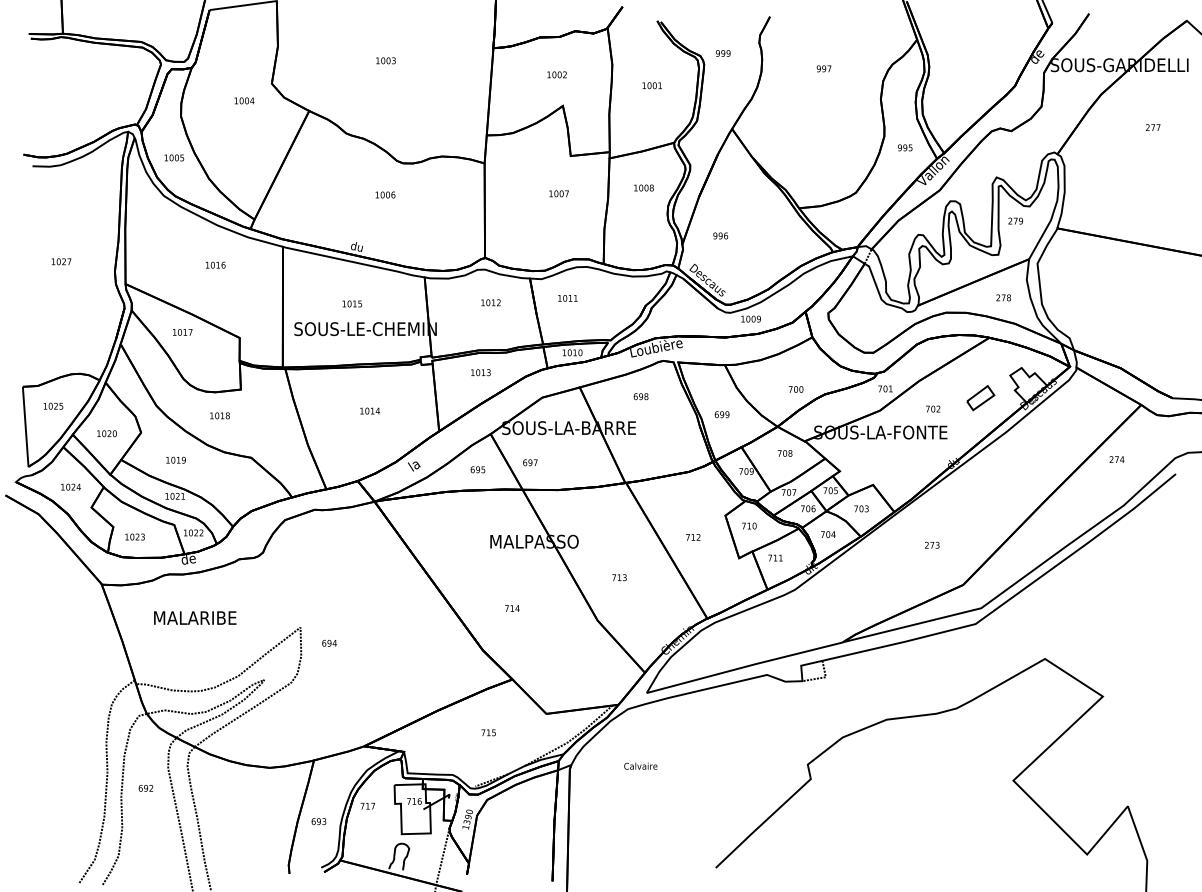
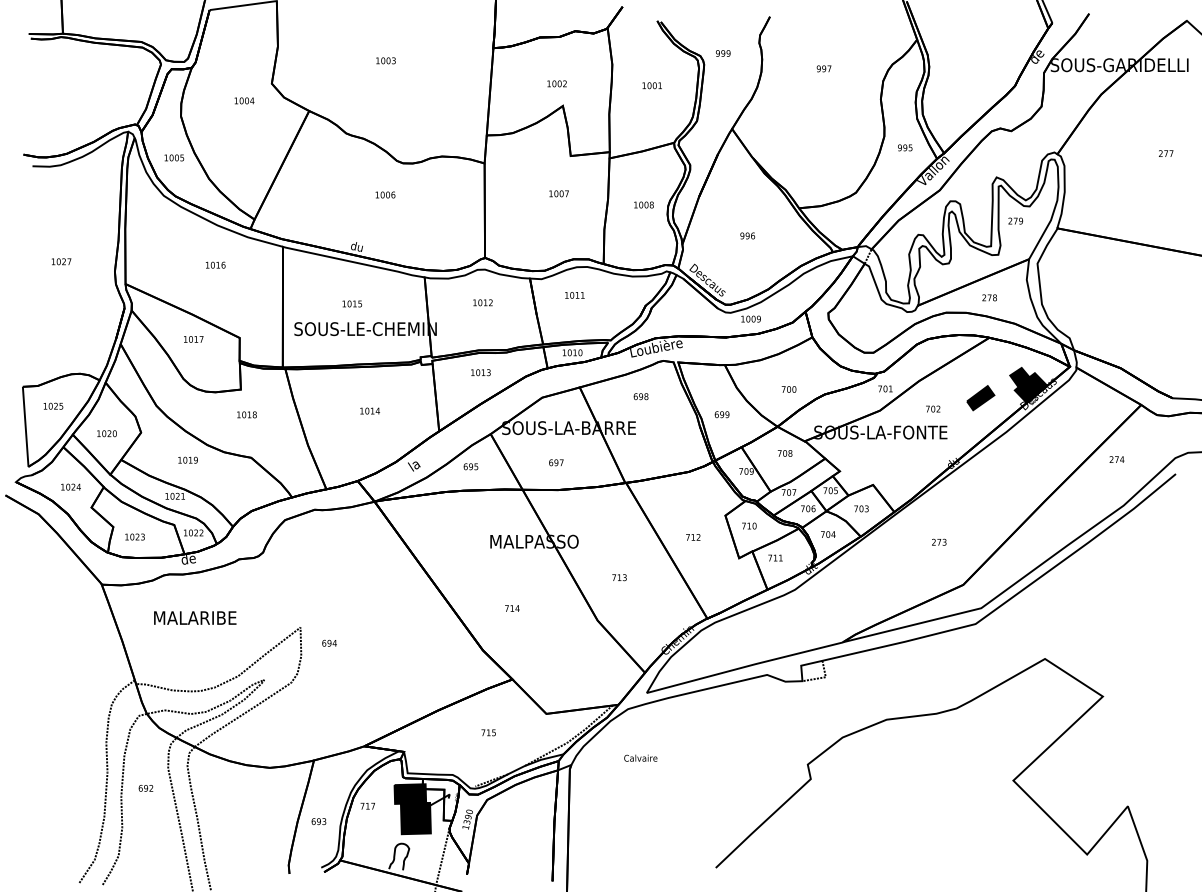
text at (556, 74) position: (556, 74) -> (556, 83)
text at (1153, 127) position: (1153, 127) -> (1166, 153)
text at (643, 187) position: (643, 187) -> (643, 204)
text at (720, 235) position: (720, 235) -> (747, 235)
text at (1003, 297) position: (1003, 297) -> (989, 297)
text at (567, 298) position: (567, 298) -> (574, 295)
text at (490, 302) position: (490, 302) -> (482, 302)
text at (182, 332) position: (182, 332) -> (193, 339)
fill at (1028, 384): none -> present
text at (795, 389) position: (795, 389) -> (788, 389)
fill at (980, 398): none -> present
text at (219, 415) position: (219, 415) -> (246, 414)
text at (175, 459) position: (175, 459) -> (187, 459)
text at (530, 462) position: (530, 462) -> (556, 462)
text at (477, 469) position: (477, 469) -> (470, 466)
text at (932, 544) position: (932, 544) -> (939, 541)
text at (640, 765) position: (640, 765) -> (640, 757)
fill at (412, 809): none -> present
